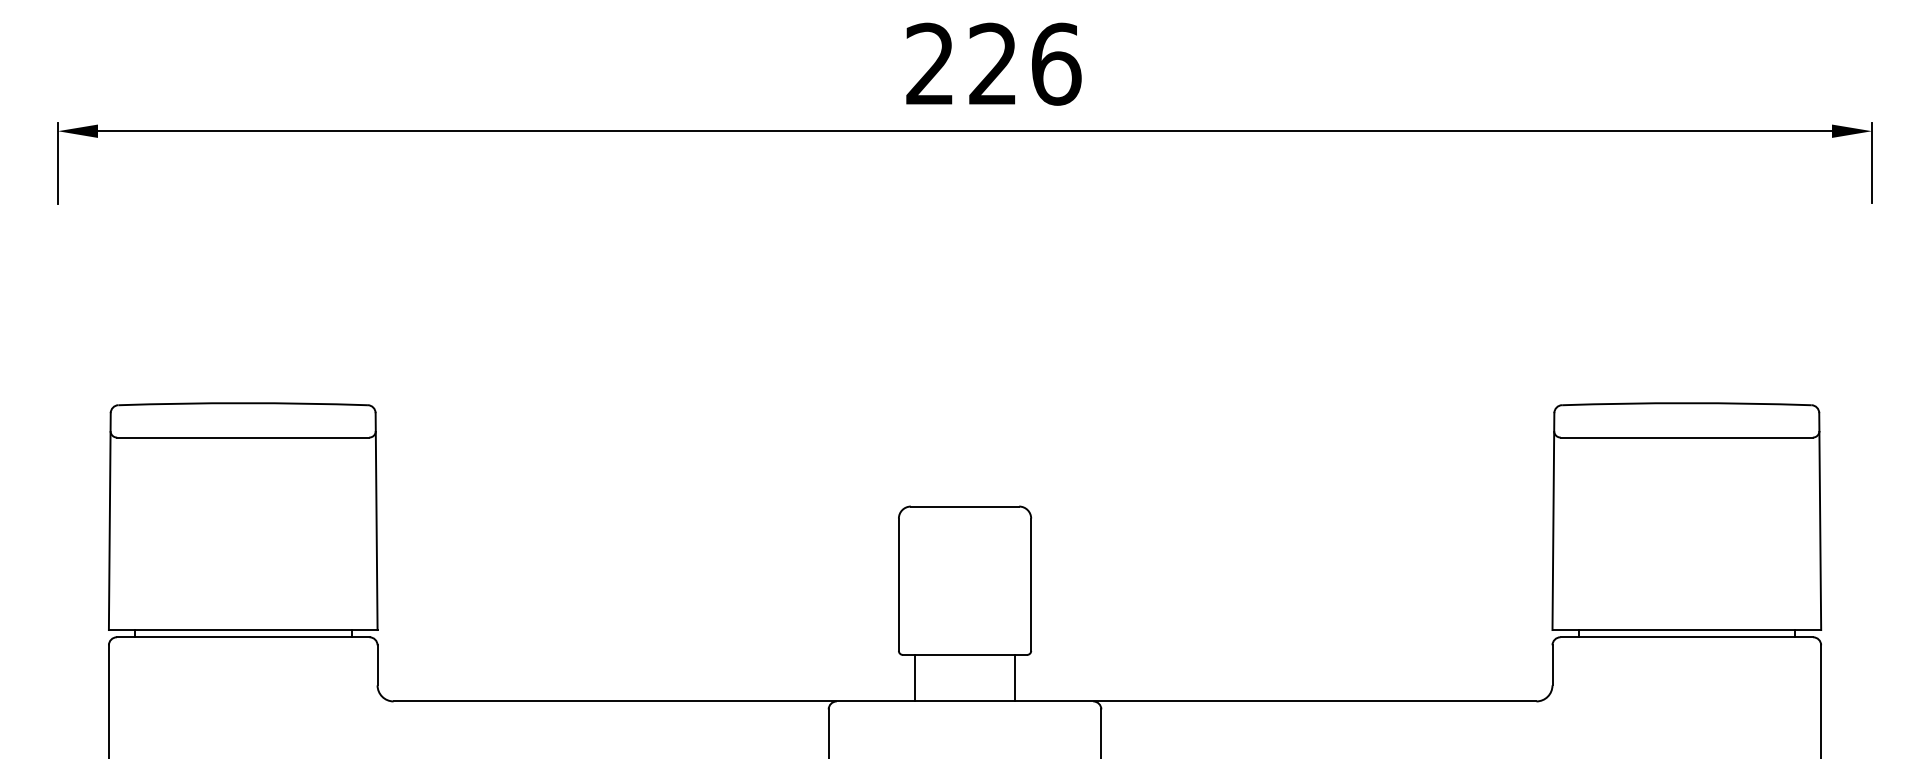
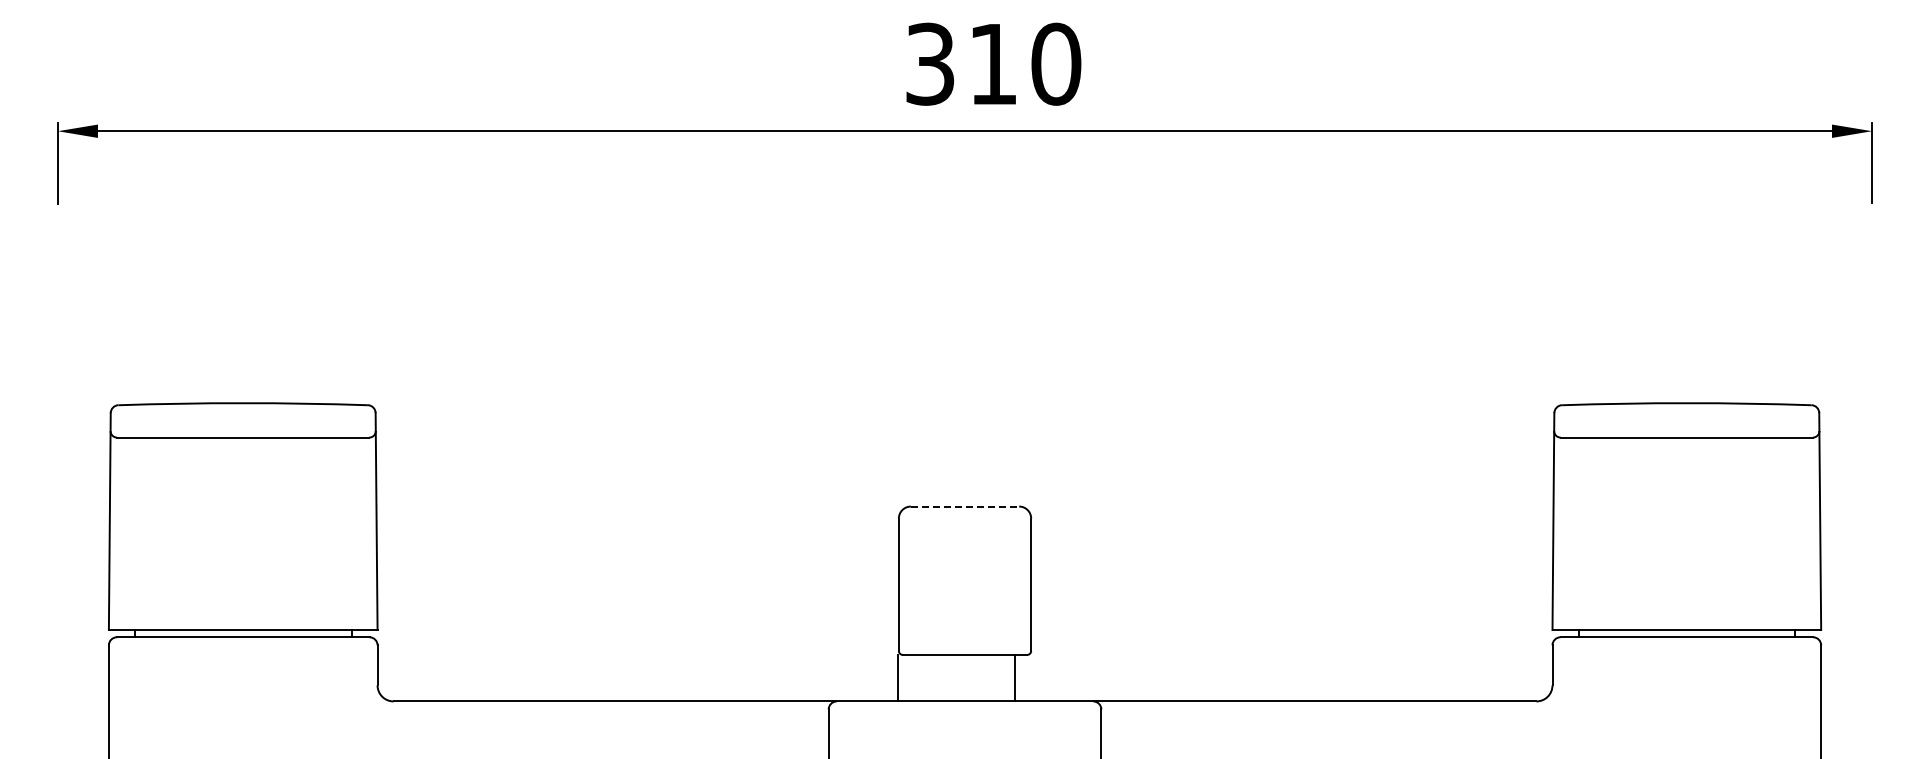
text at (993, 63): 226 -> 310
line at (965, 506): solid -> dashed
line at (915, 677) position: (915, 677) -> (898, 677)
